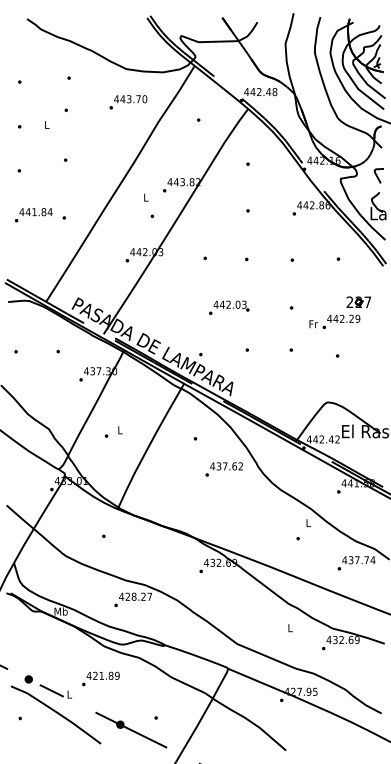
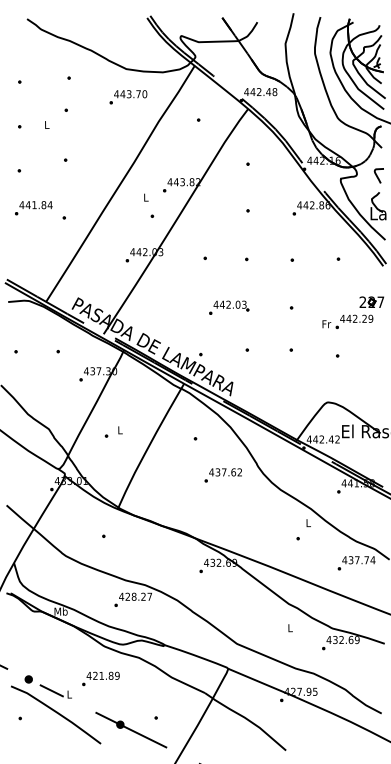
text at (128, 102) position: (128, 102) -> (128, 97)
text at (33, 215) position: (33, 215) -> (33, 208)
part at (340, 312) position: (340, 312) -> (353, 312)
text at (223, 469) position: (223, 469) -> (222, 475)
